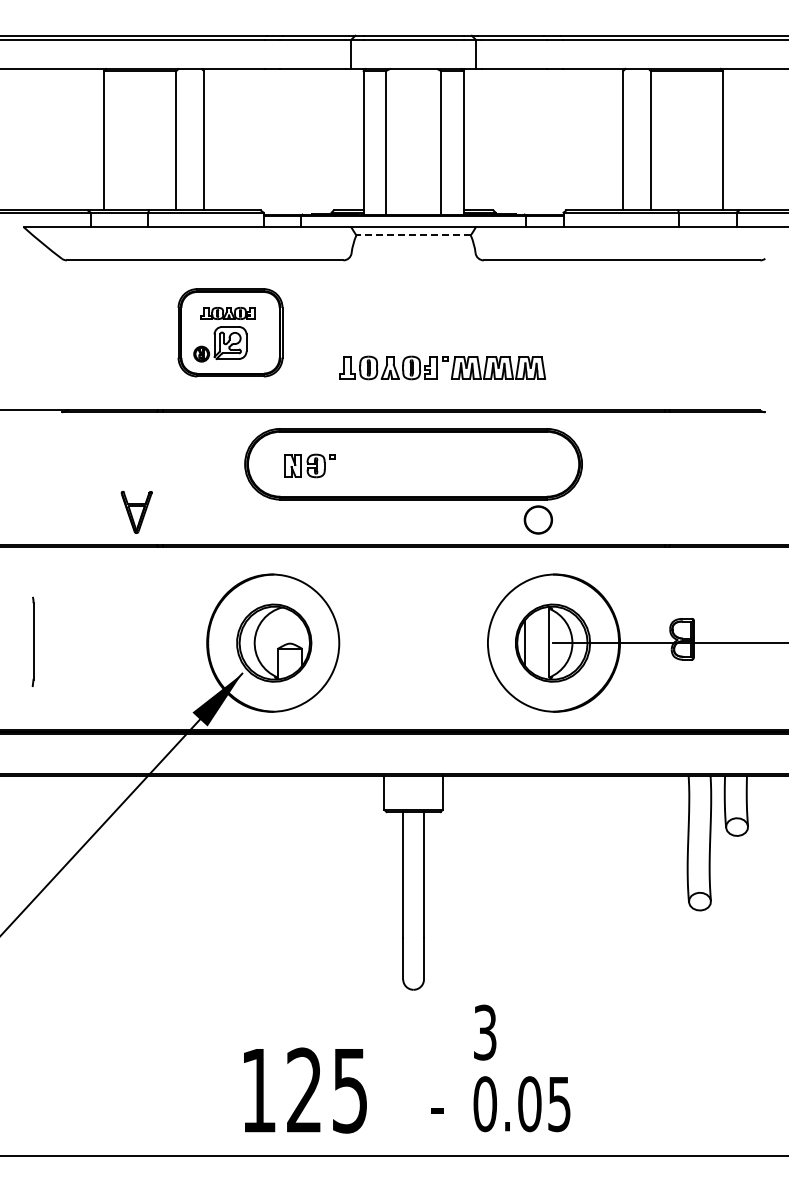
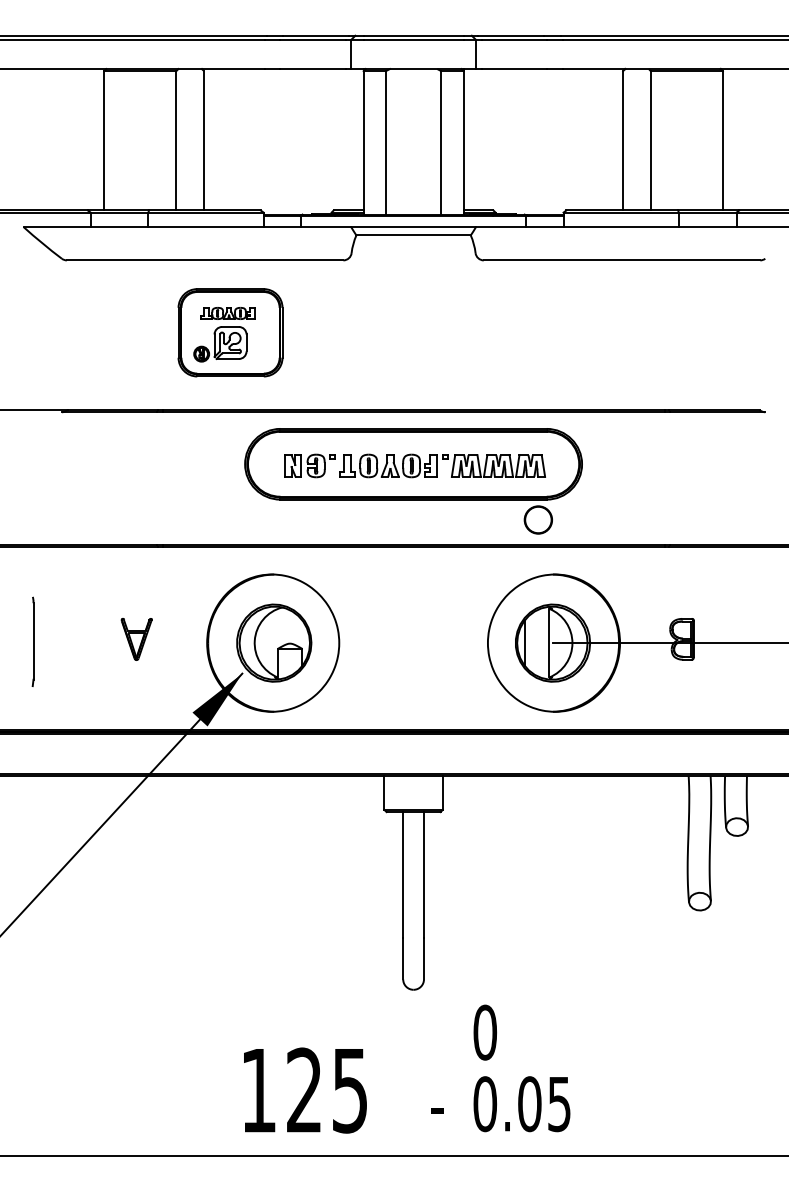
line at (413, 235): dashed -> solid
part at (442, 367) position: (442, 367) -> (442, 465)
part at (136, 512) position: (136, 512) -> (136, 639)
text at (485, 1032): 3 -> 0
